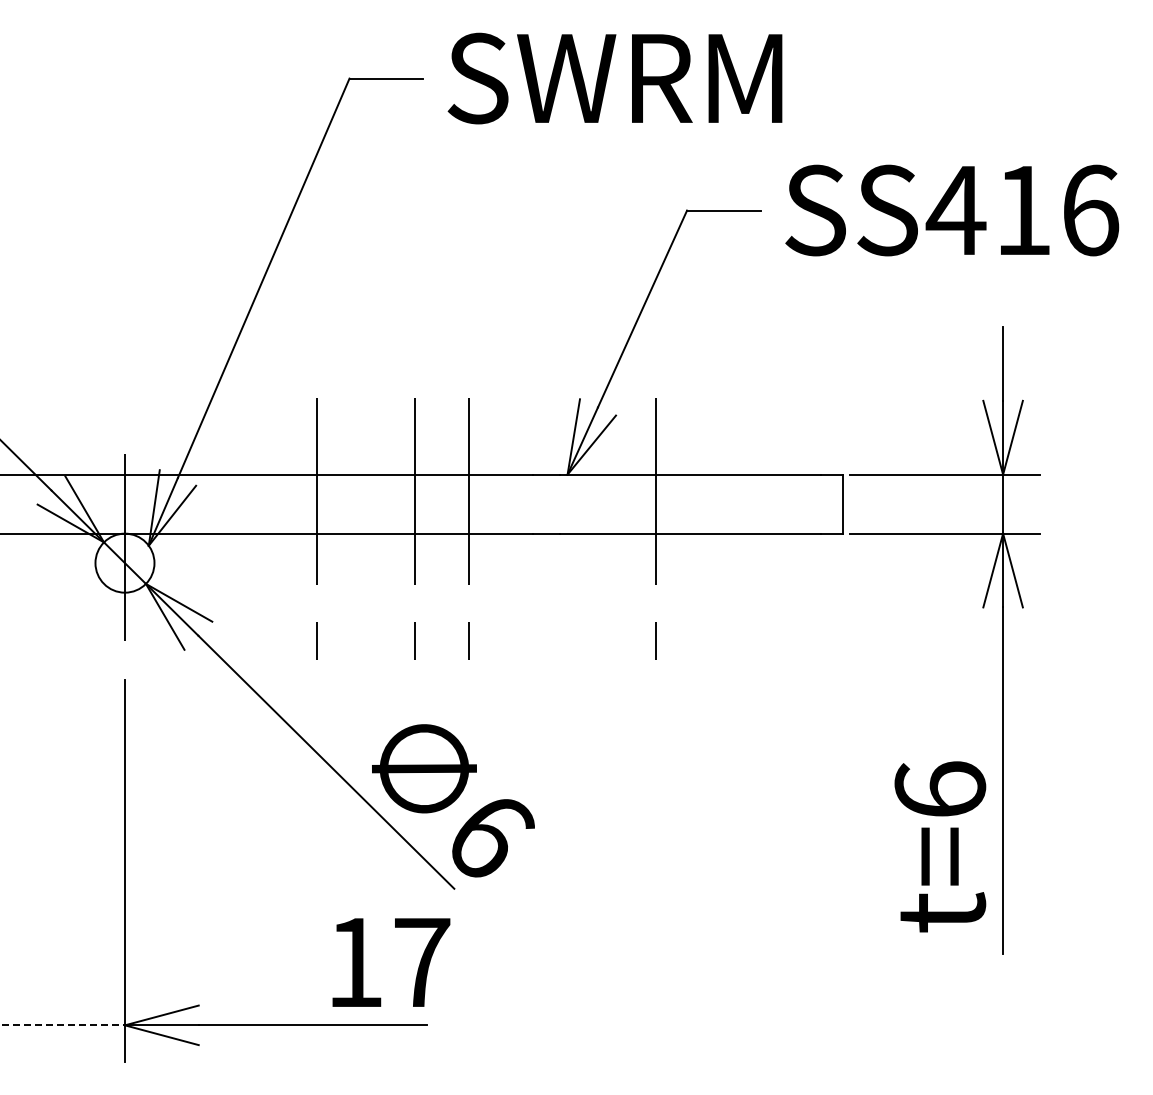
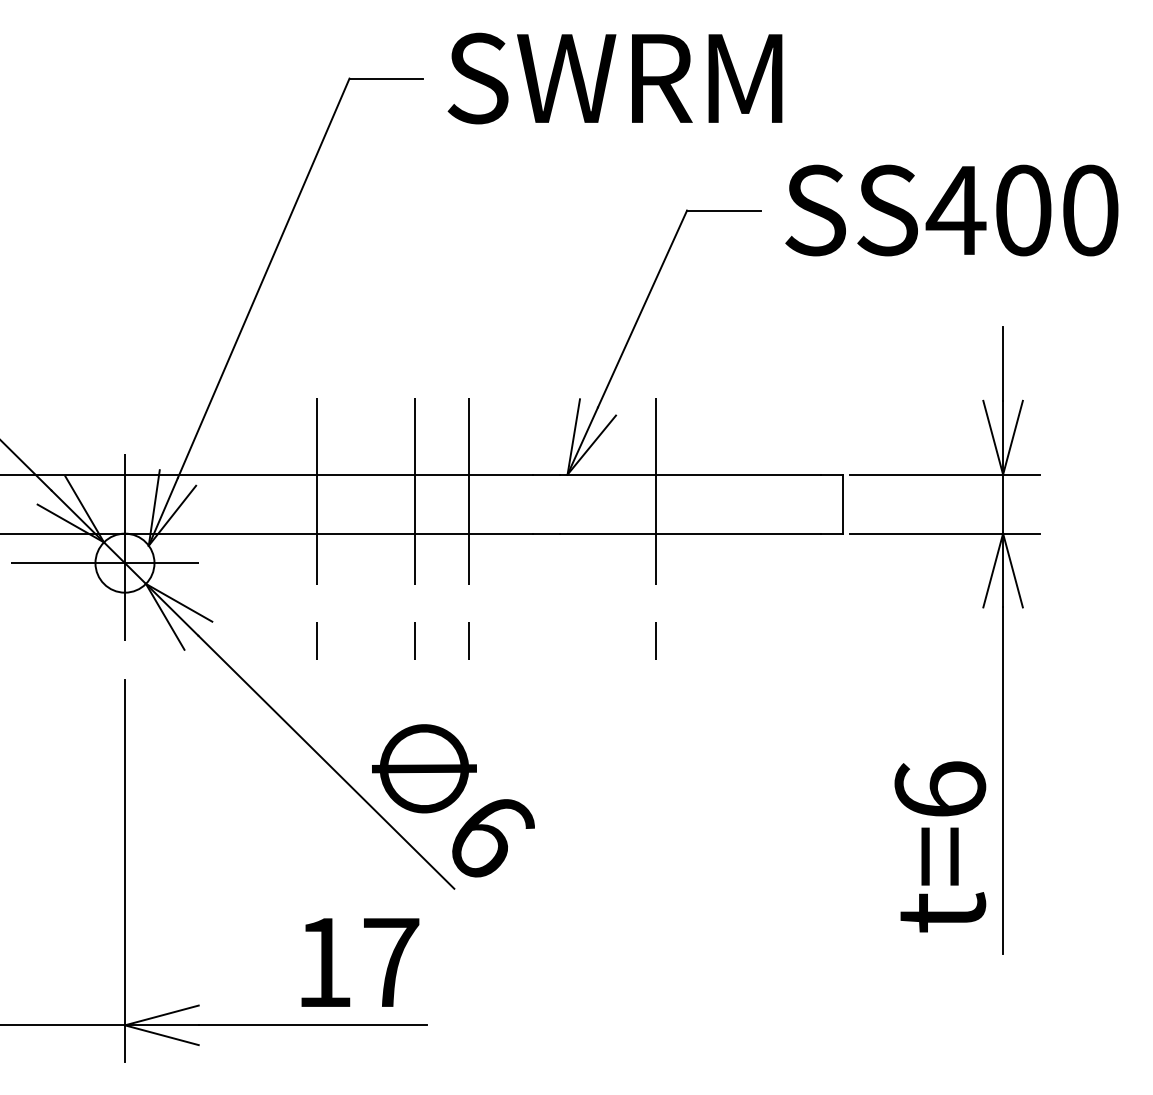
text at (1057, 210): SS416 -> SS400
line at (102, 563): none -> present
text at (391, 962) position: (391, 962) -> (360, 962)
line at (63, 1025): dashed -> solid
